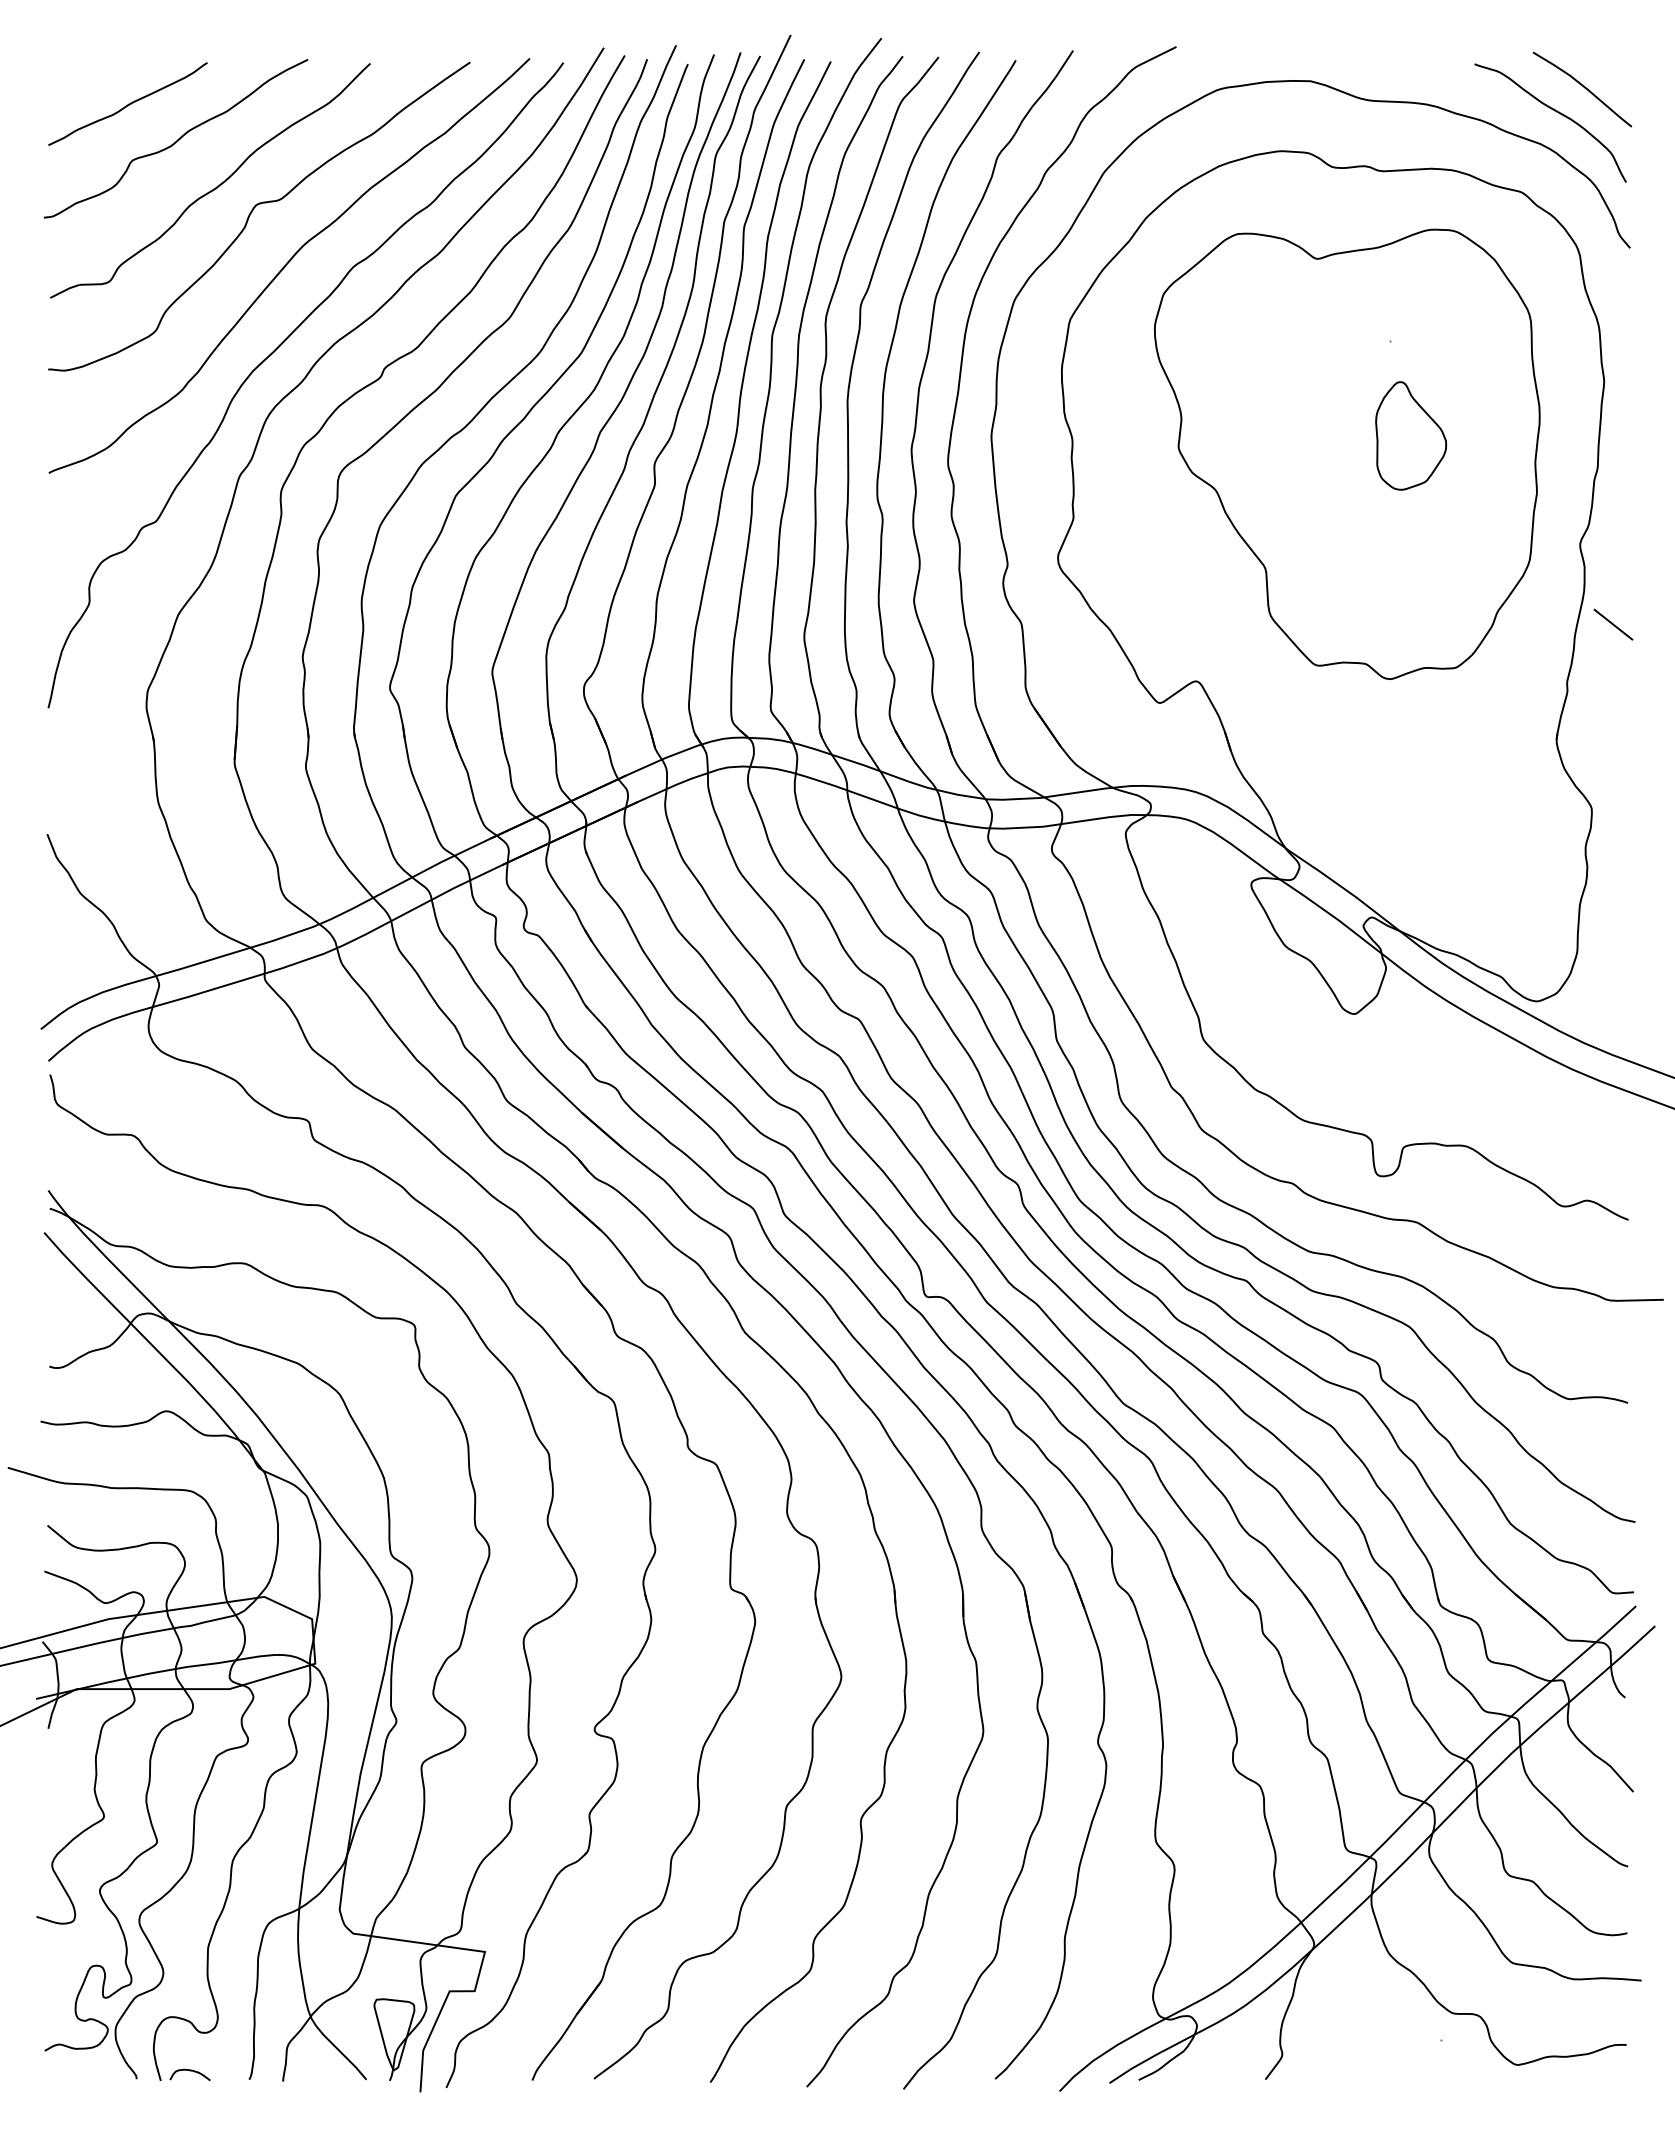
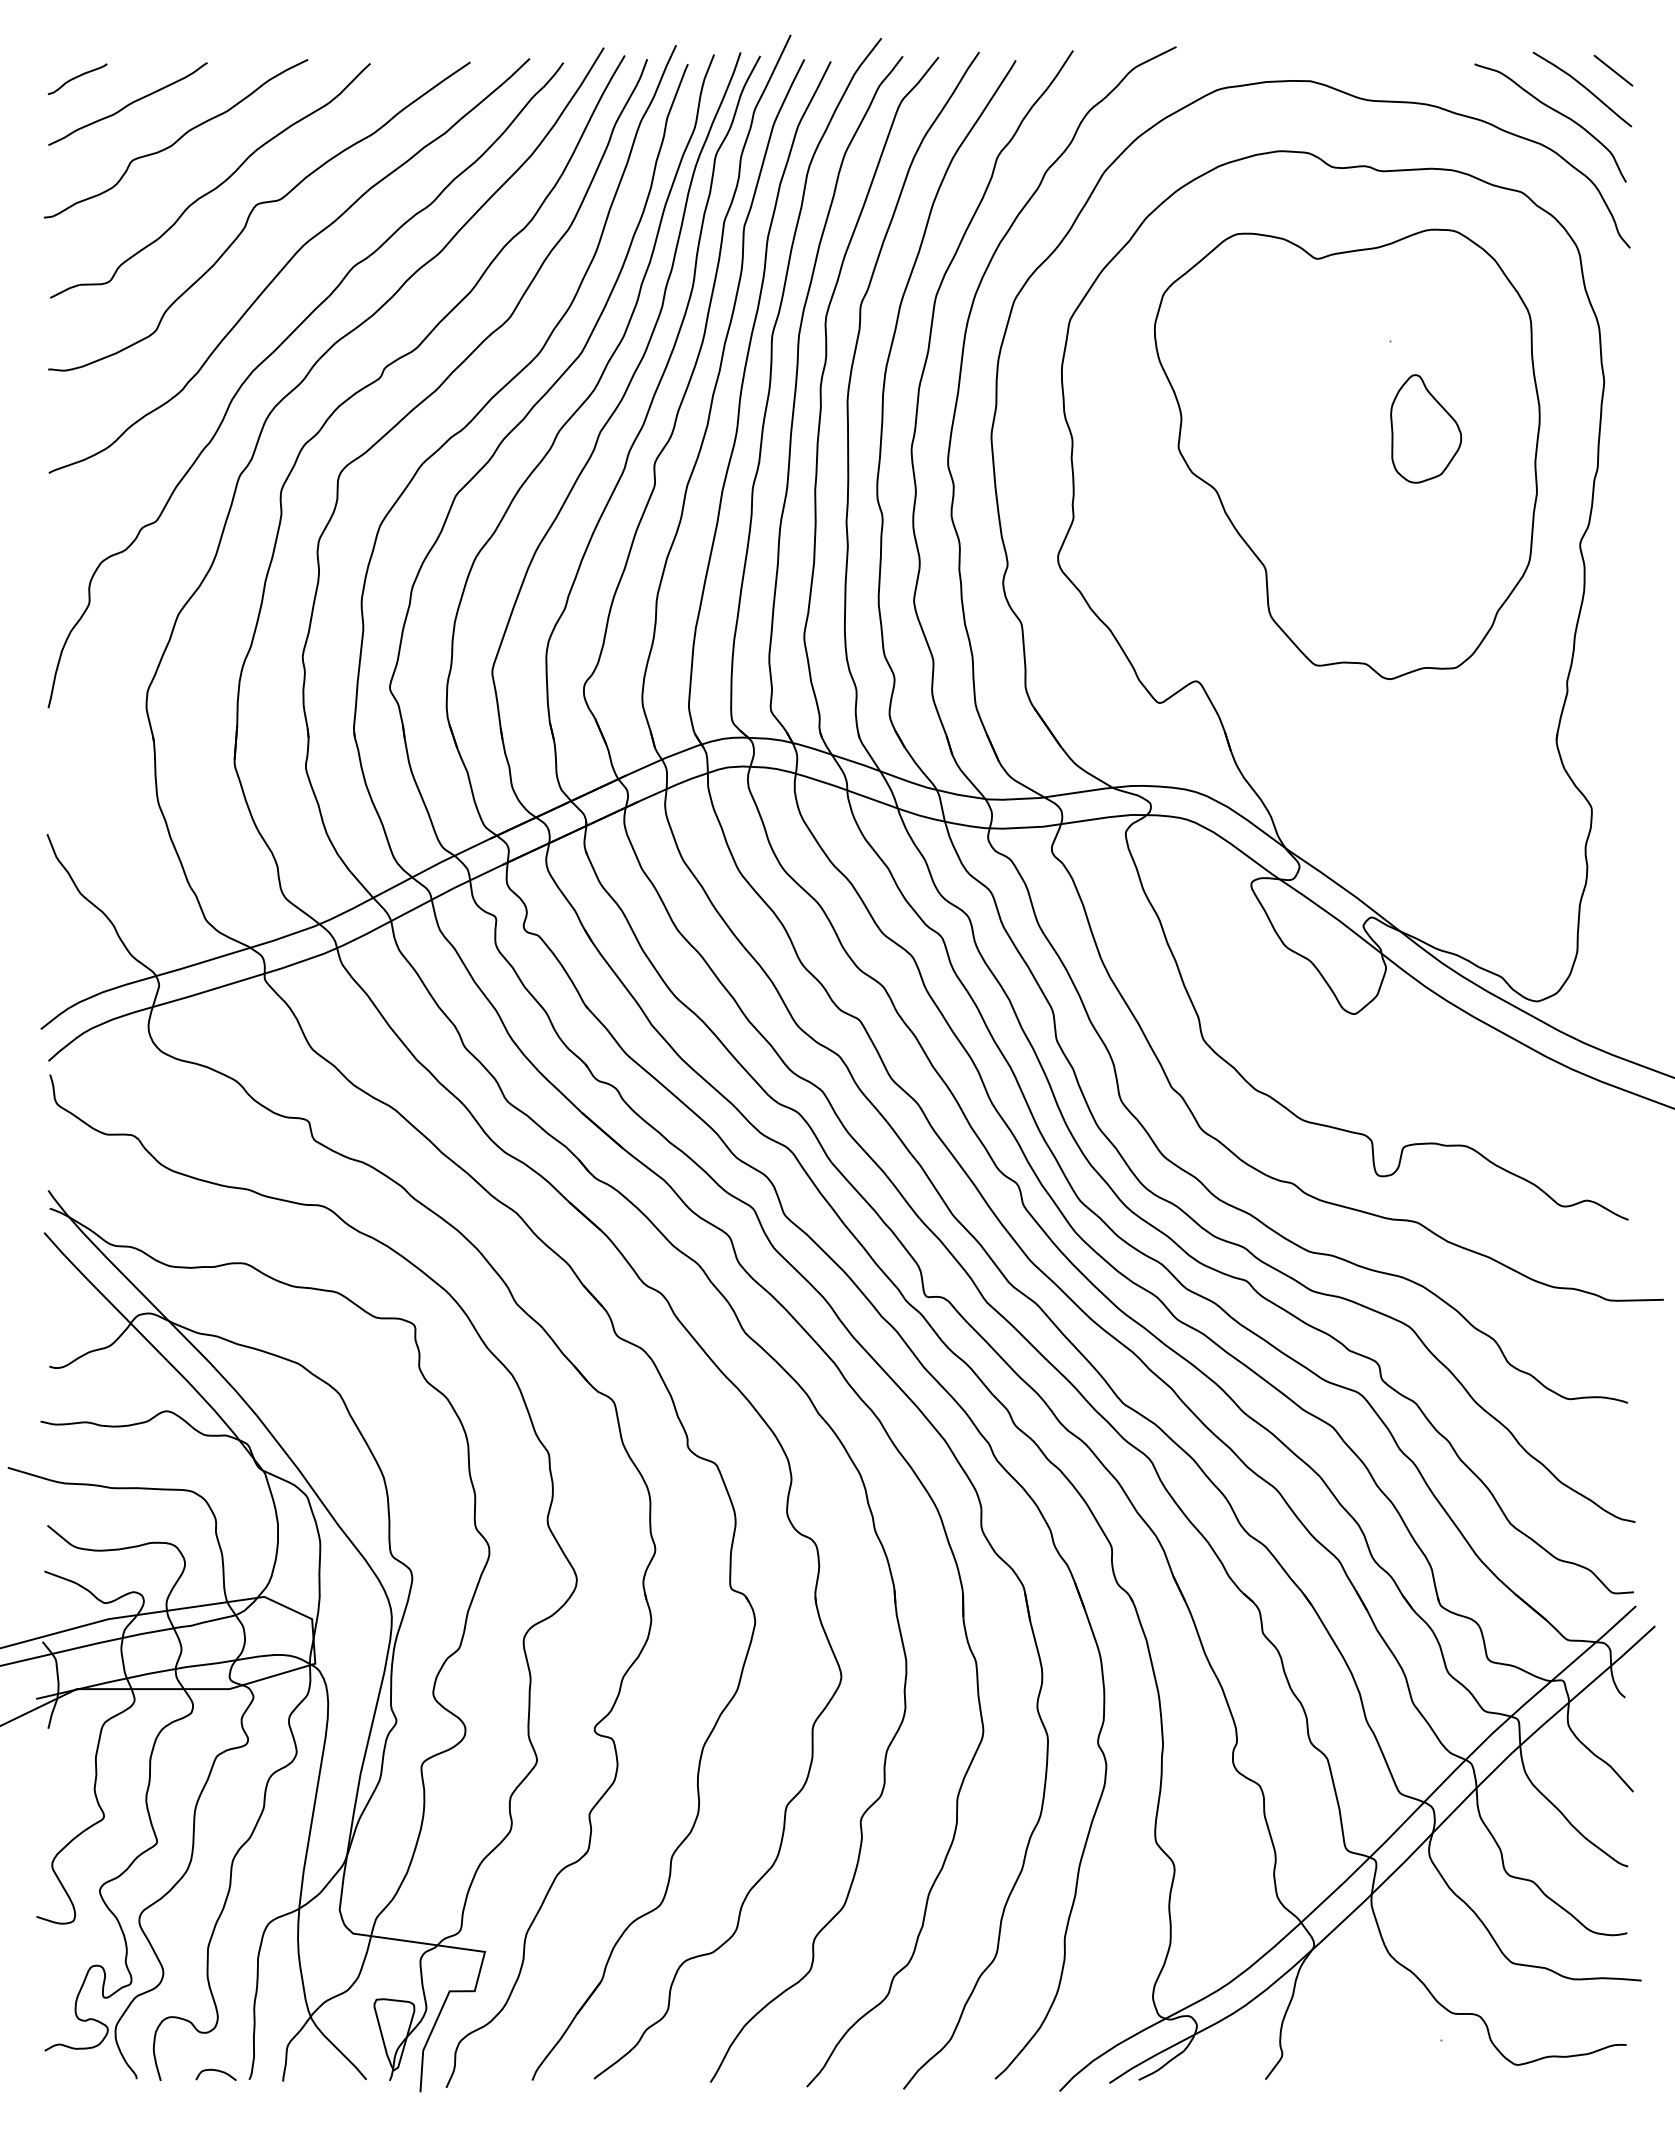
curve at (76, 78): none -> present
part at (1411, 435) position: (1411, 435) -> (1426, 428)
line at (1613, 624) position: (1613, 624) -> (1613, 70)
curve at (189, 2071) position: (189, 2071) -> (215, 2071)
